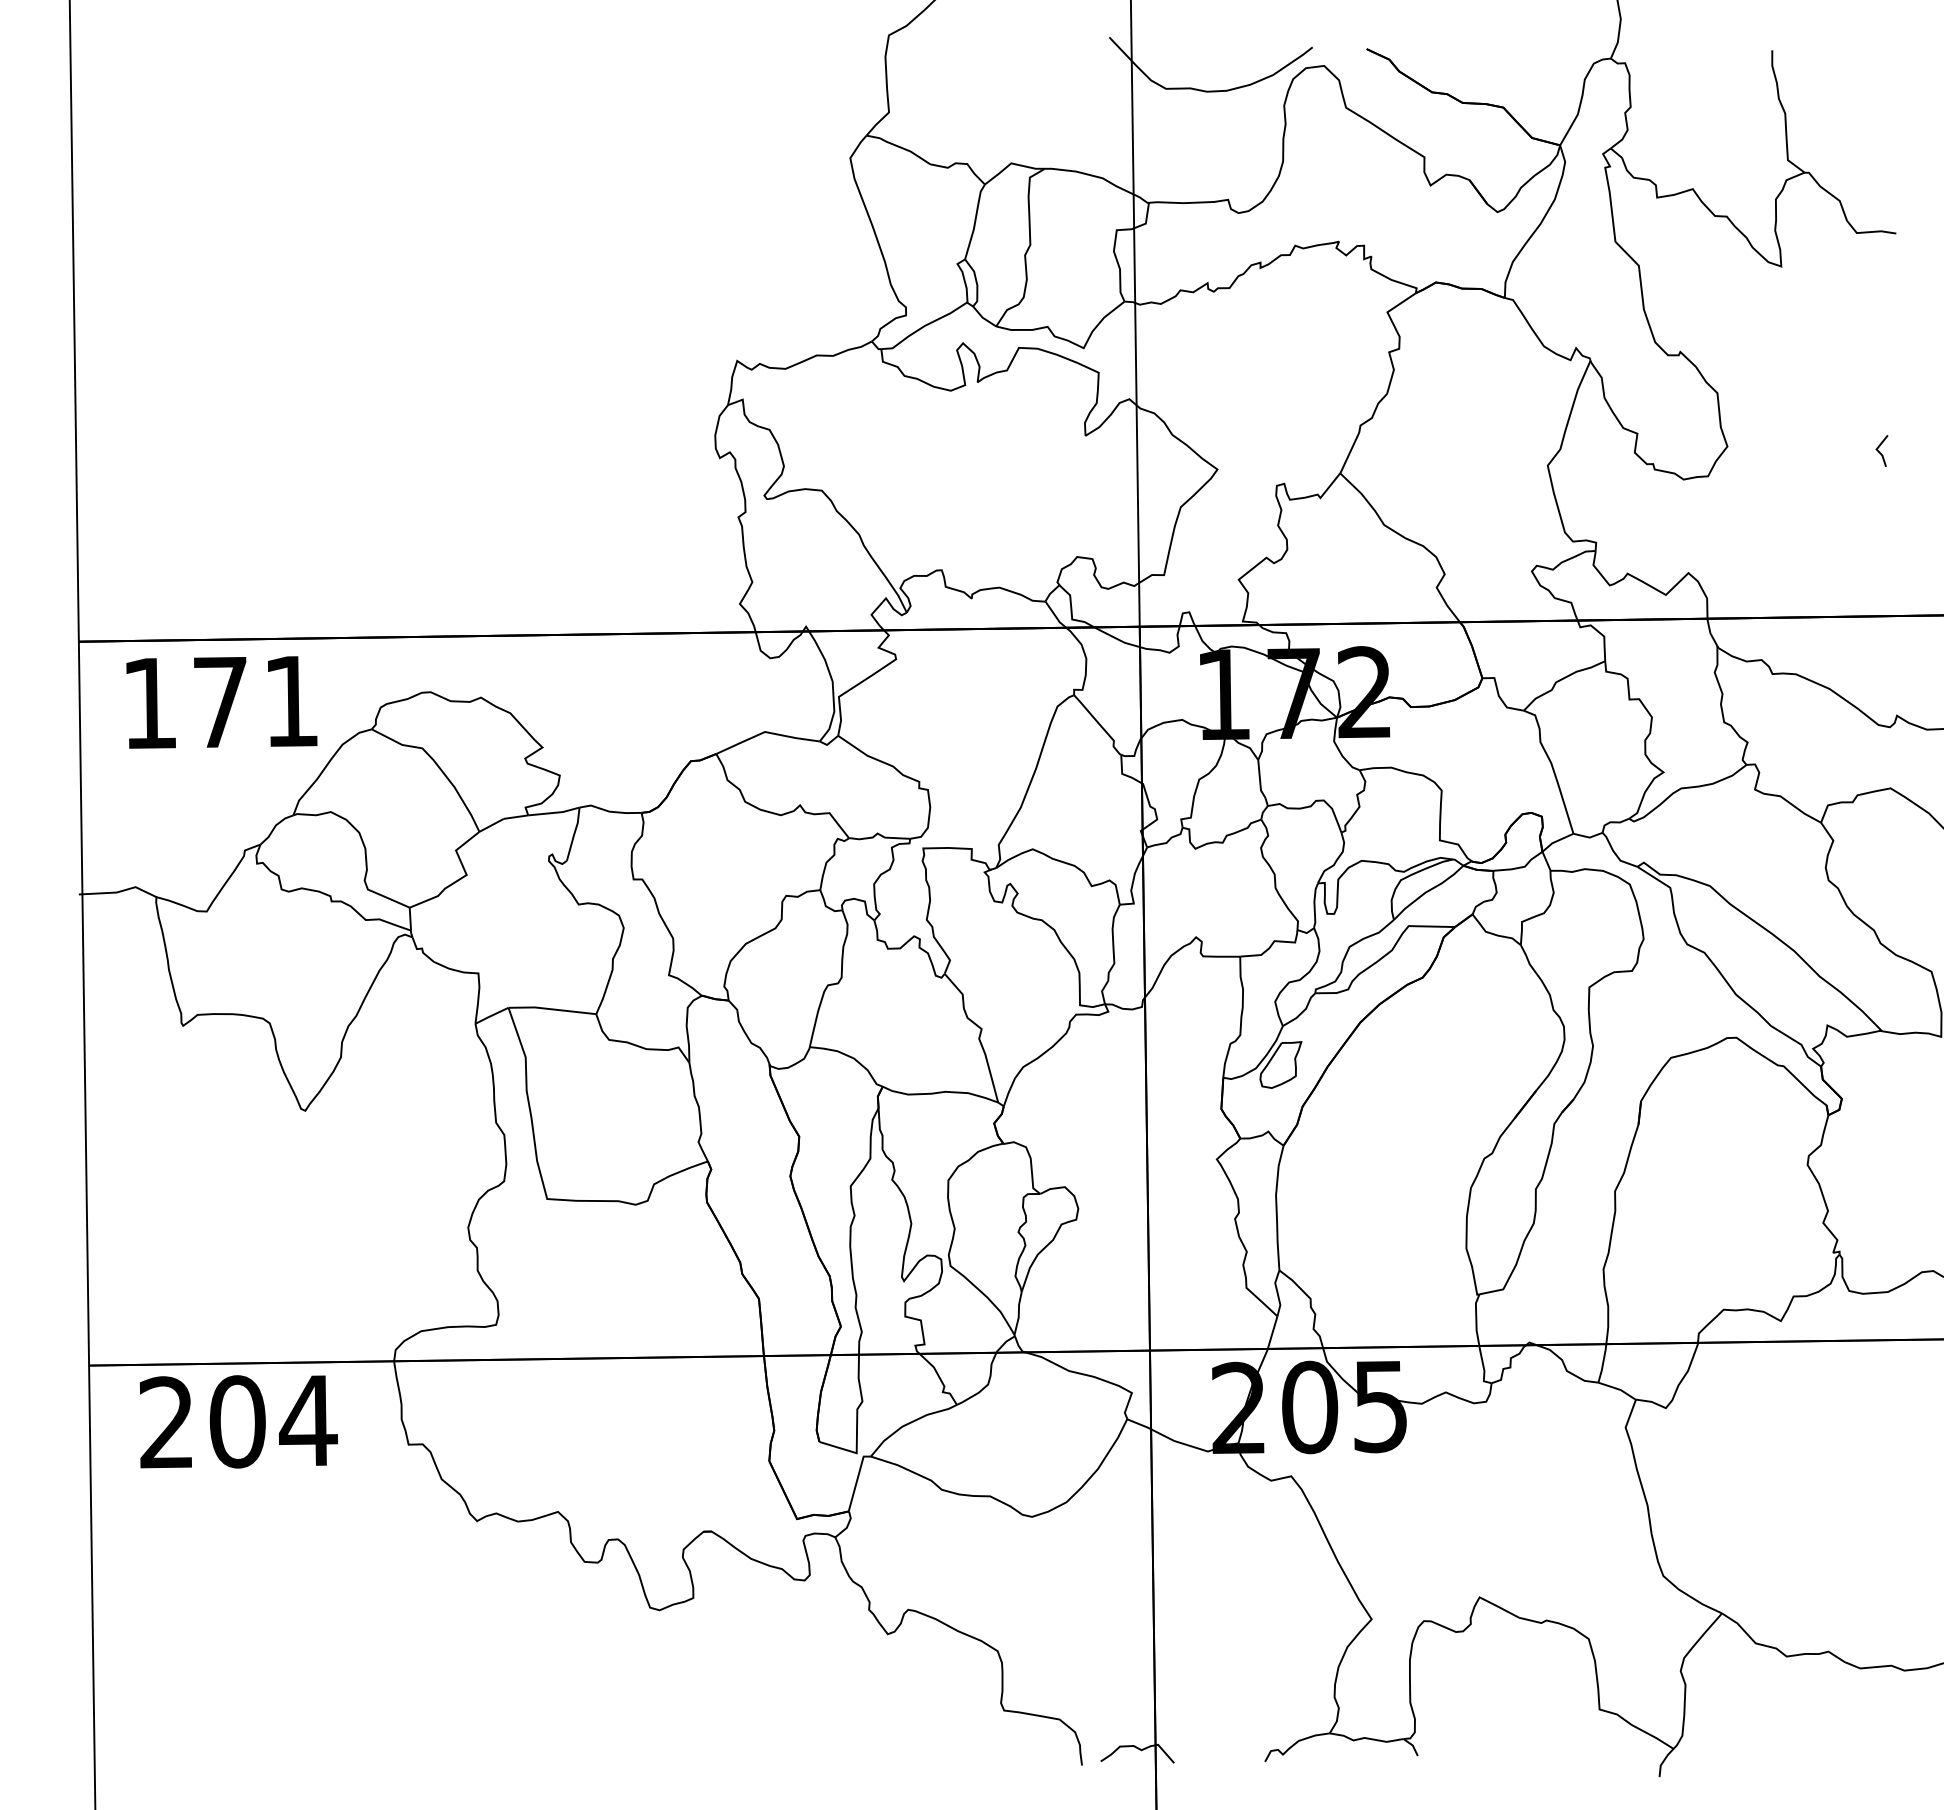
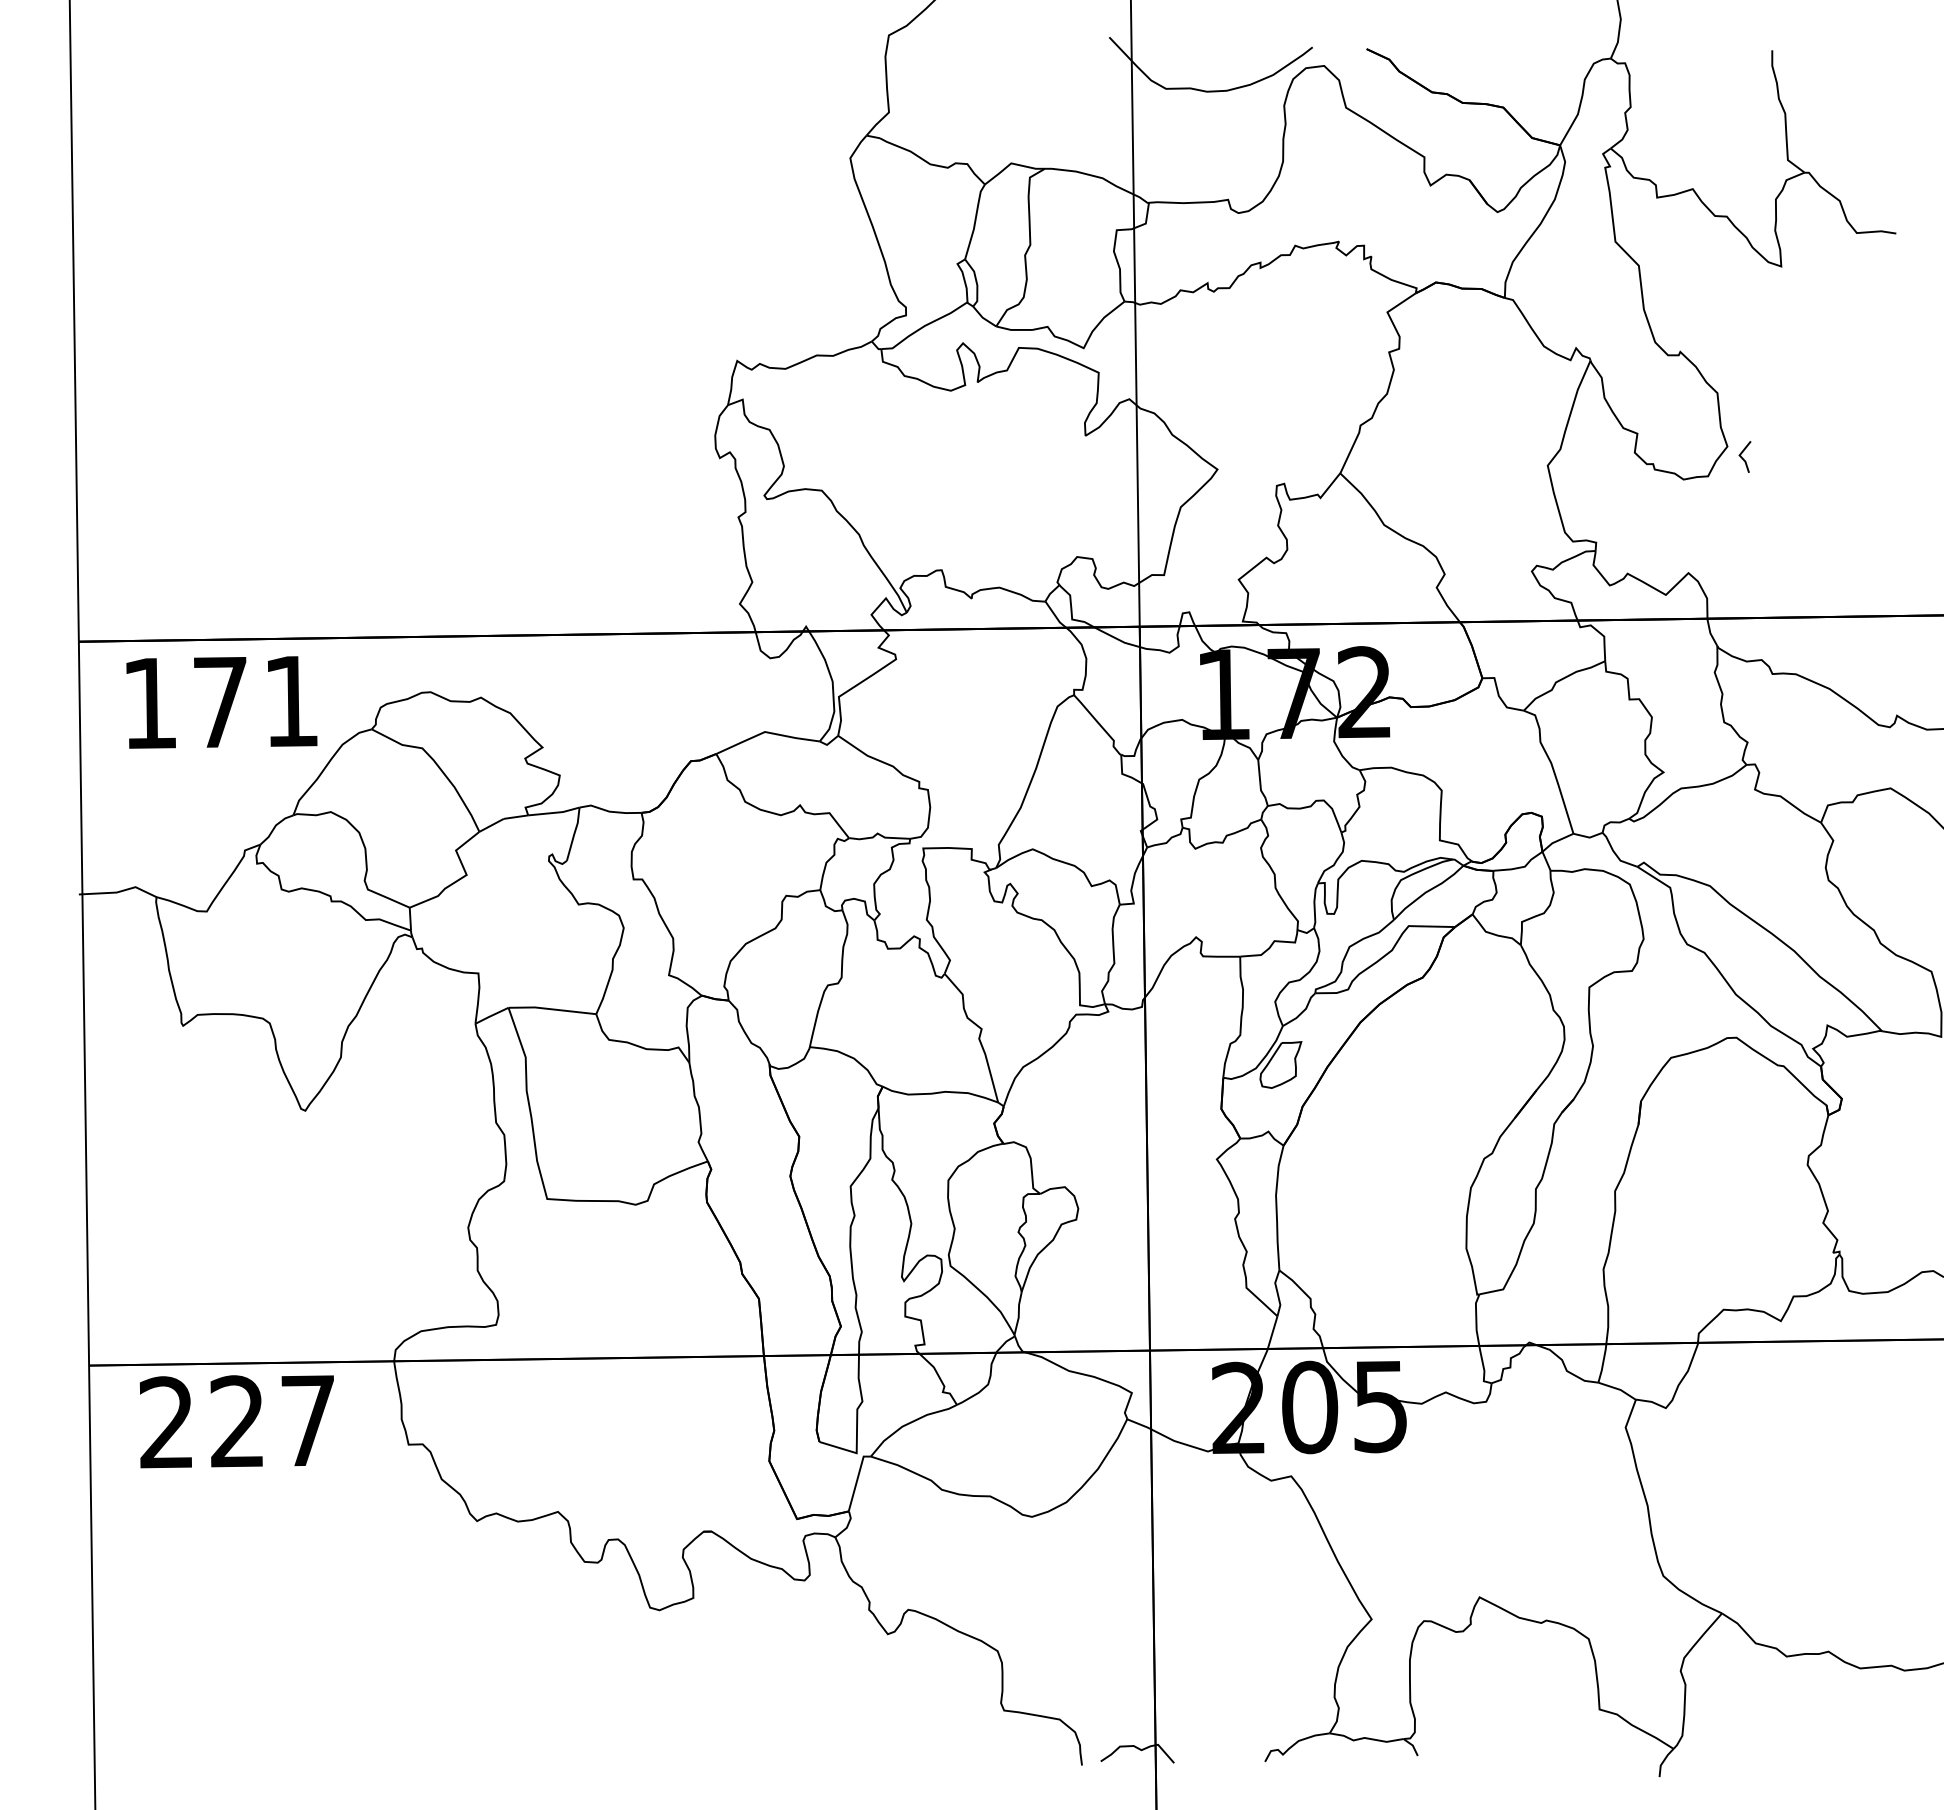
line at (1879, 451) position: (1879, 451) -> (1742, 457)
text at (273, 1421): 204 -> 227
